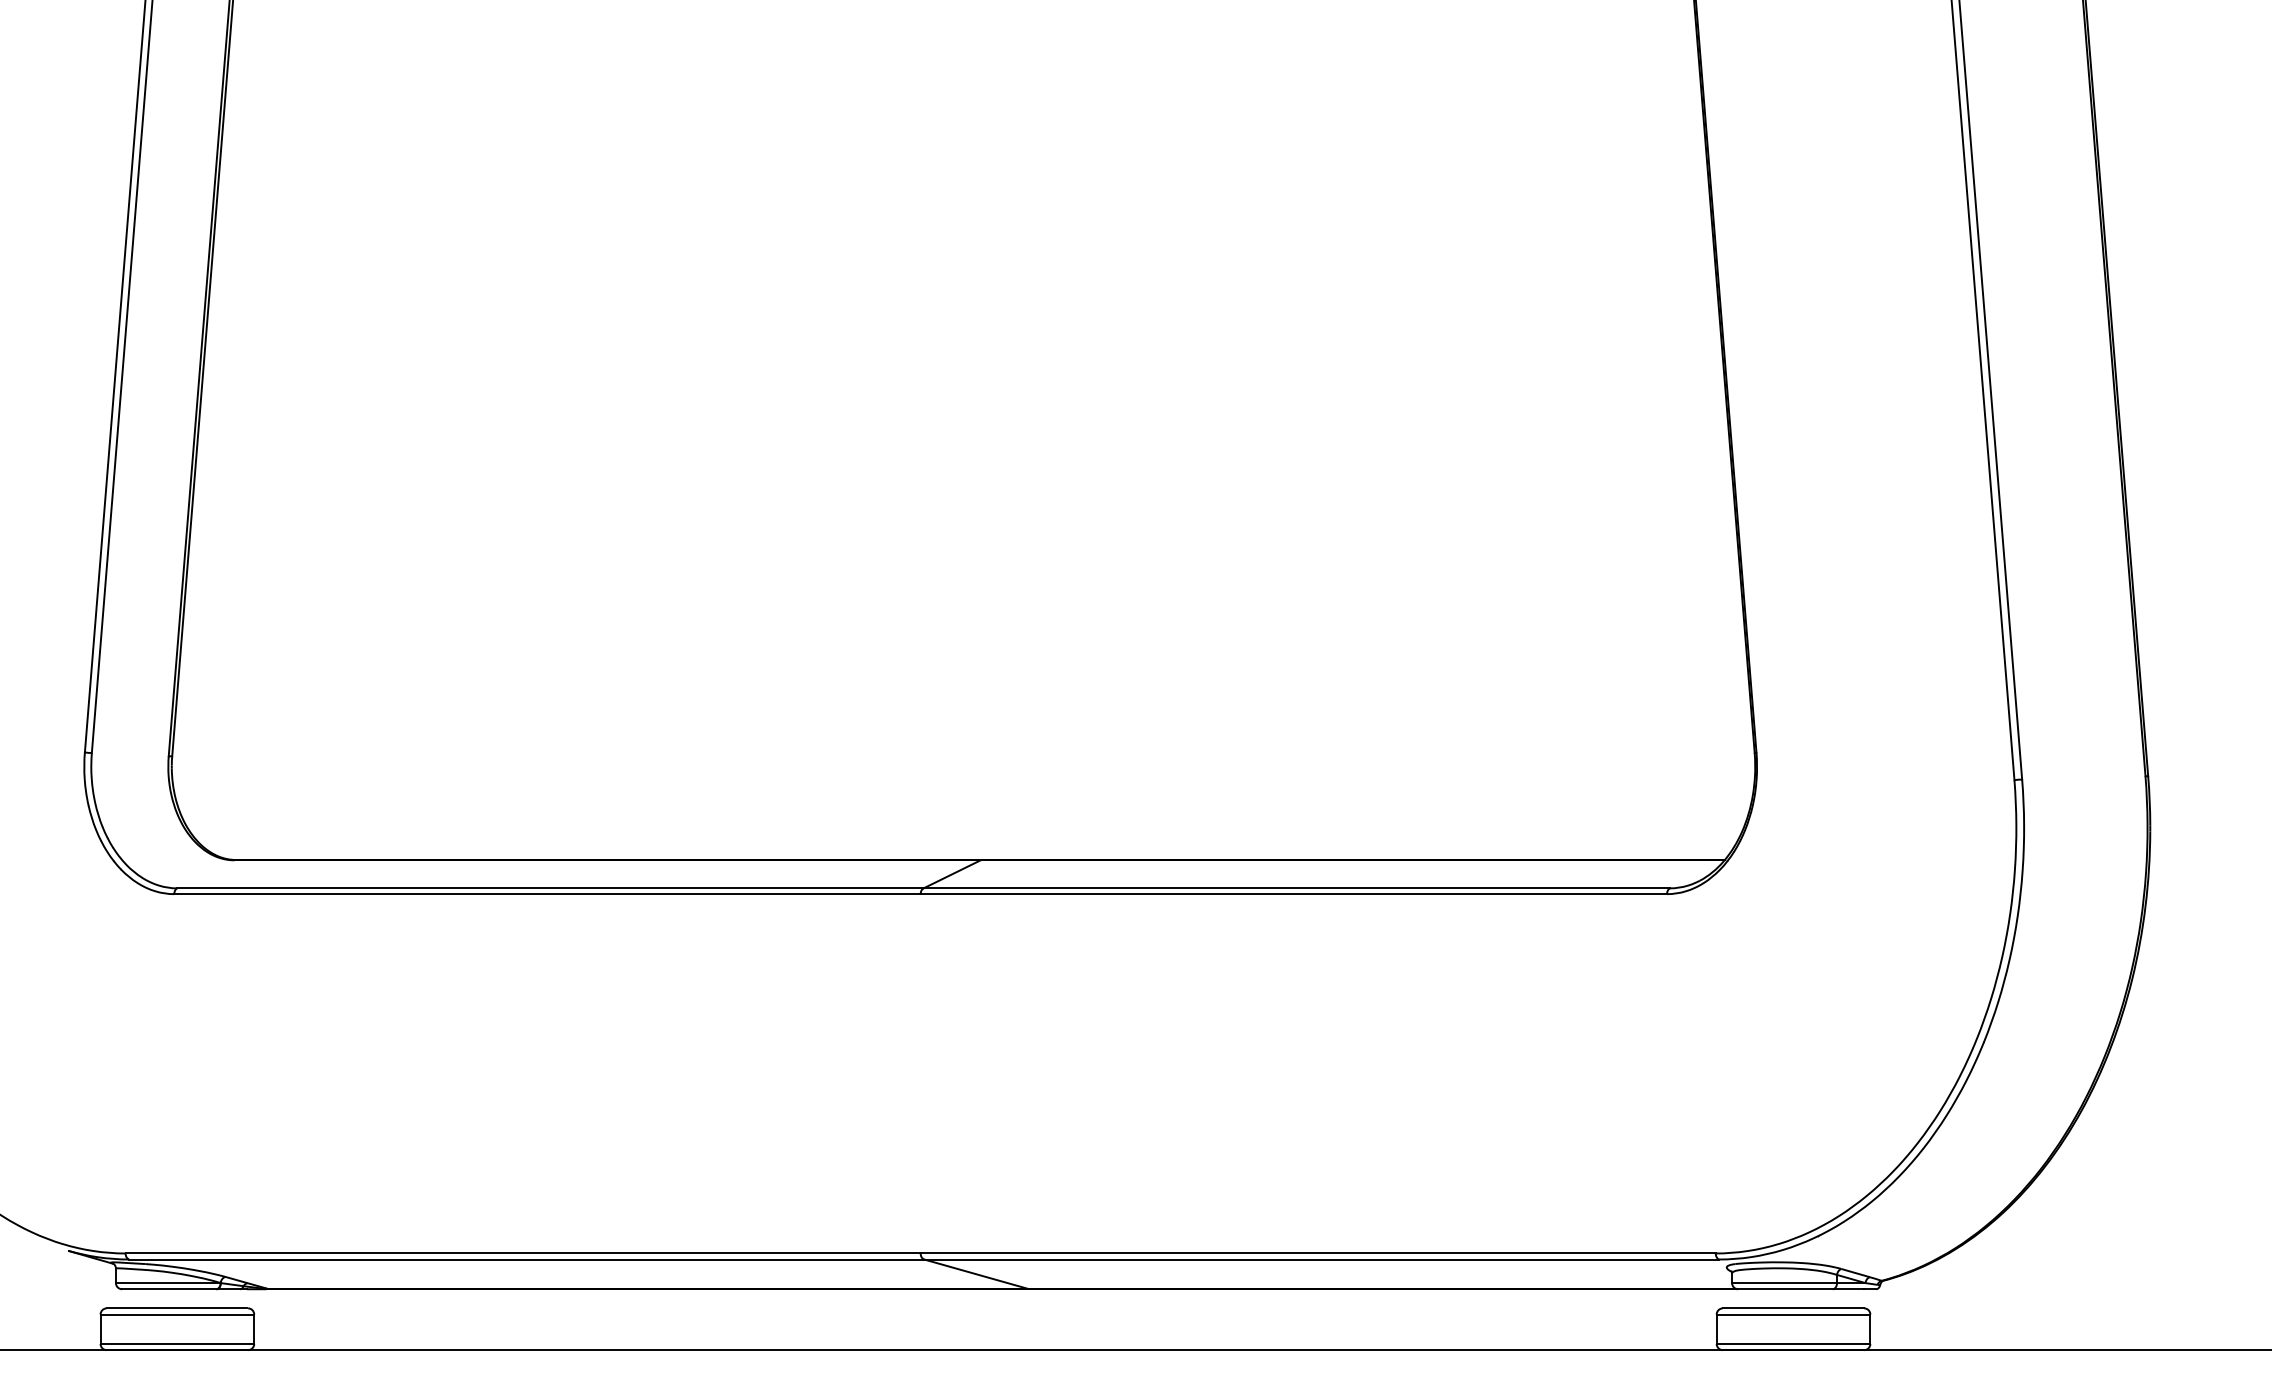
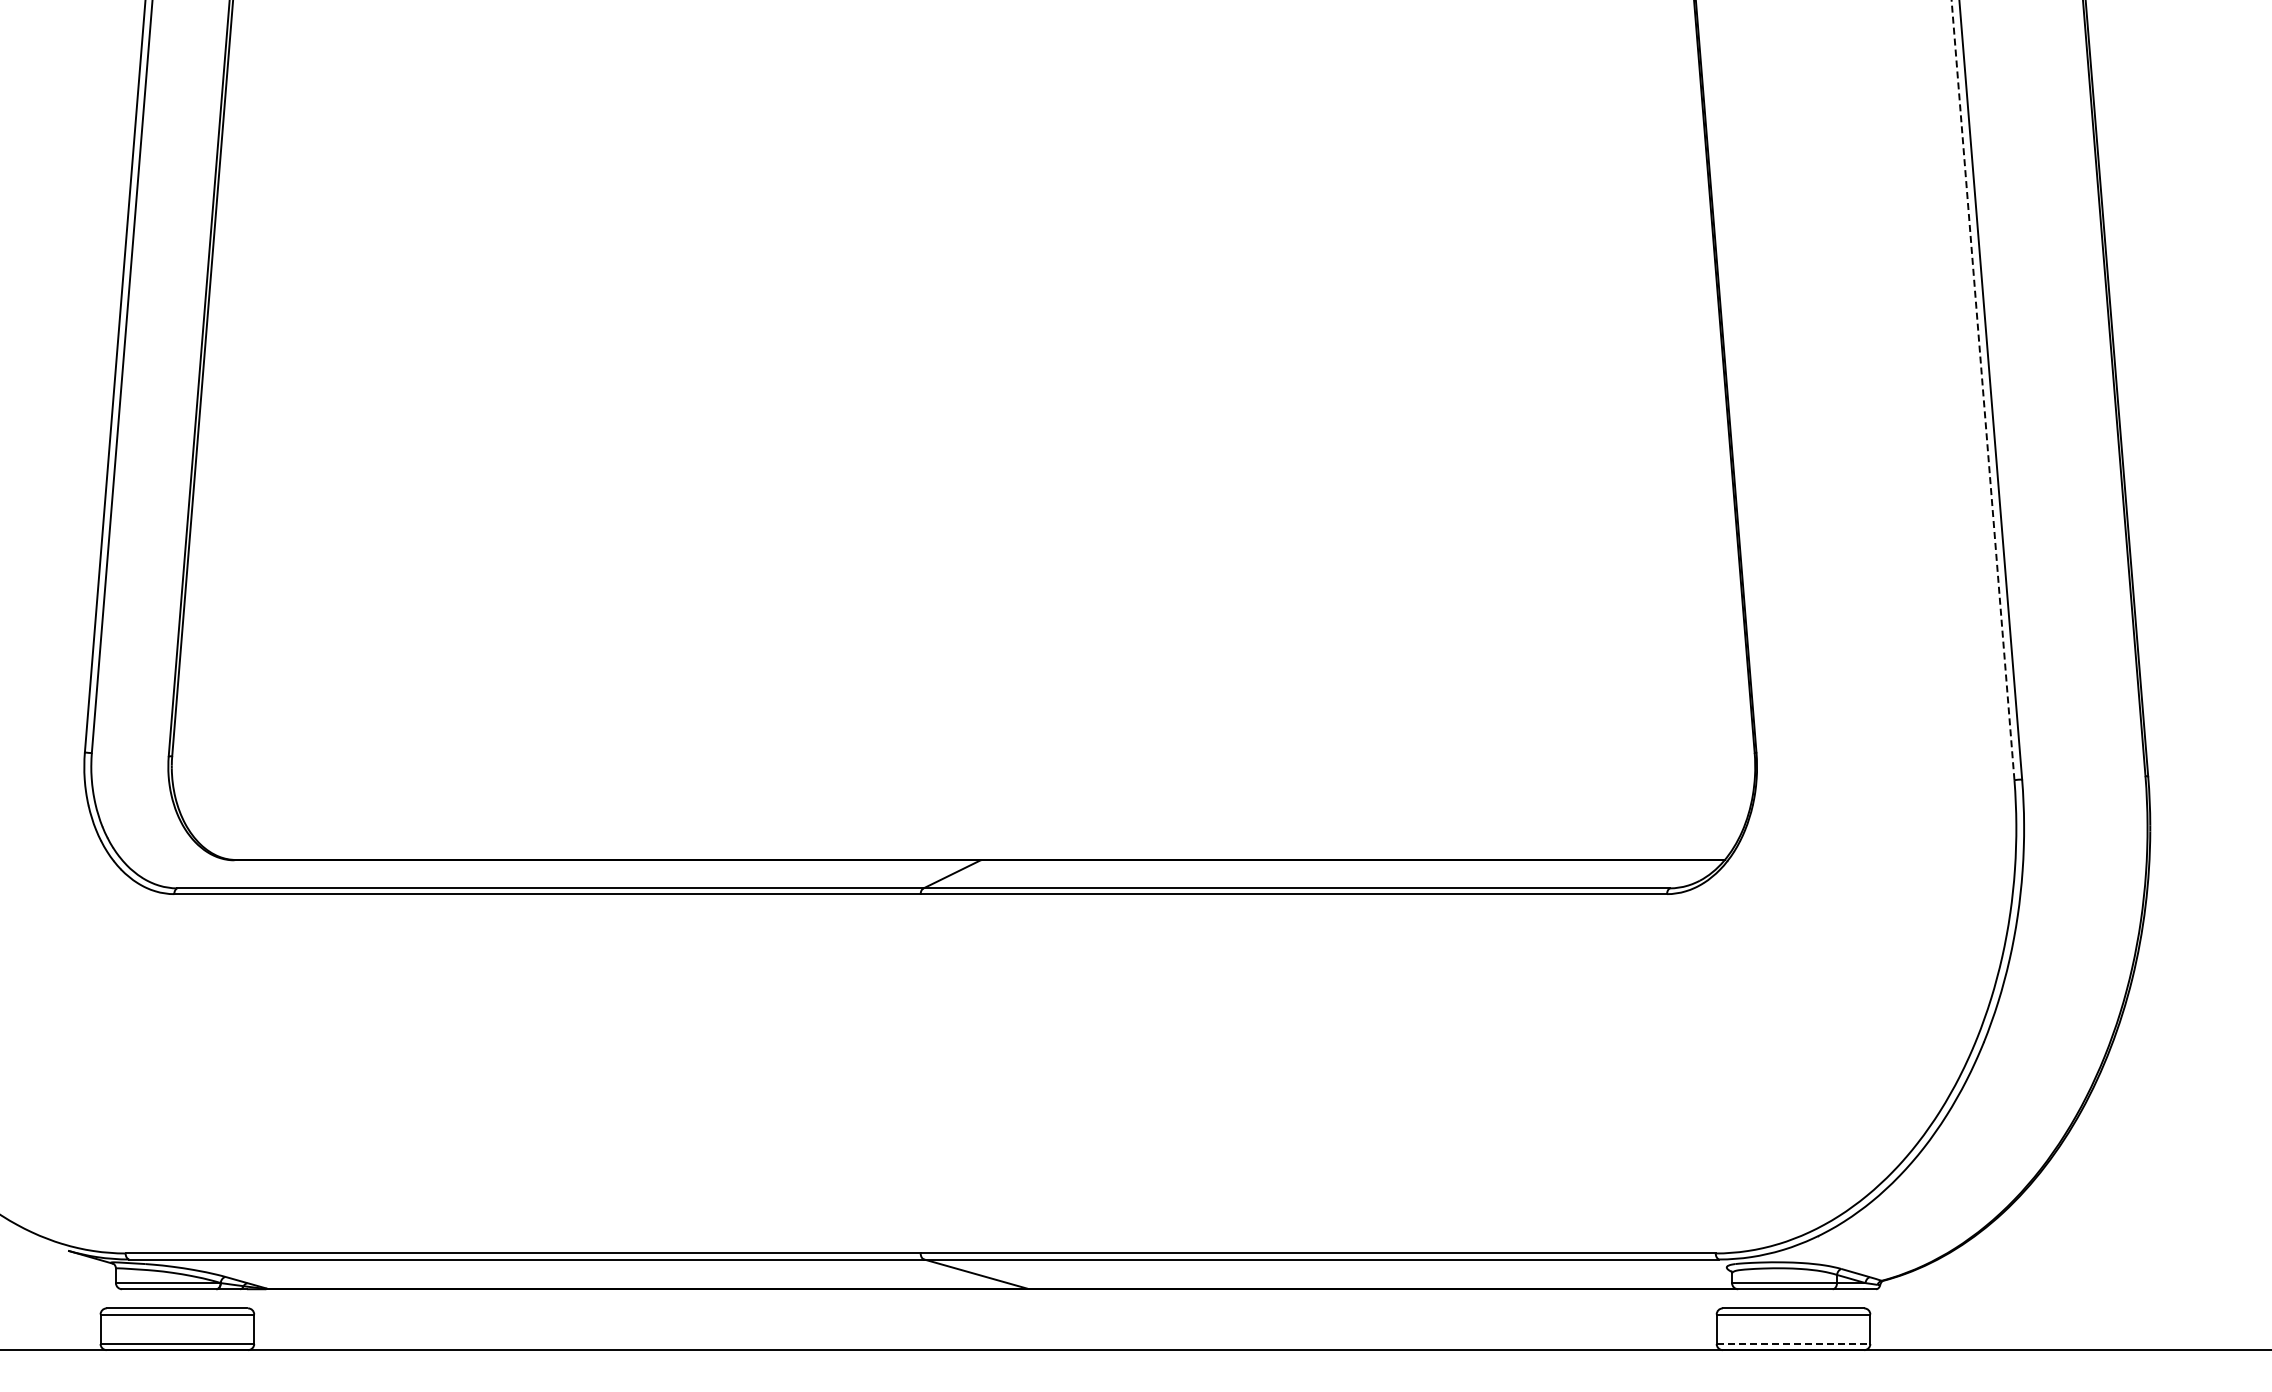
line at (1983, 390): solid -> dashed
line at (1793, 1344): solid -> dashed
